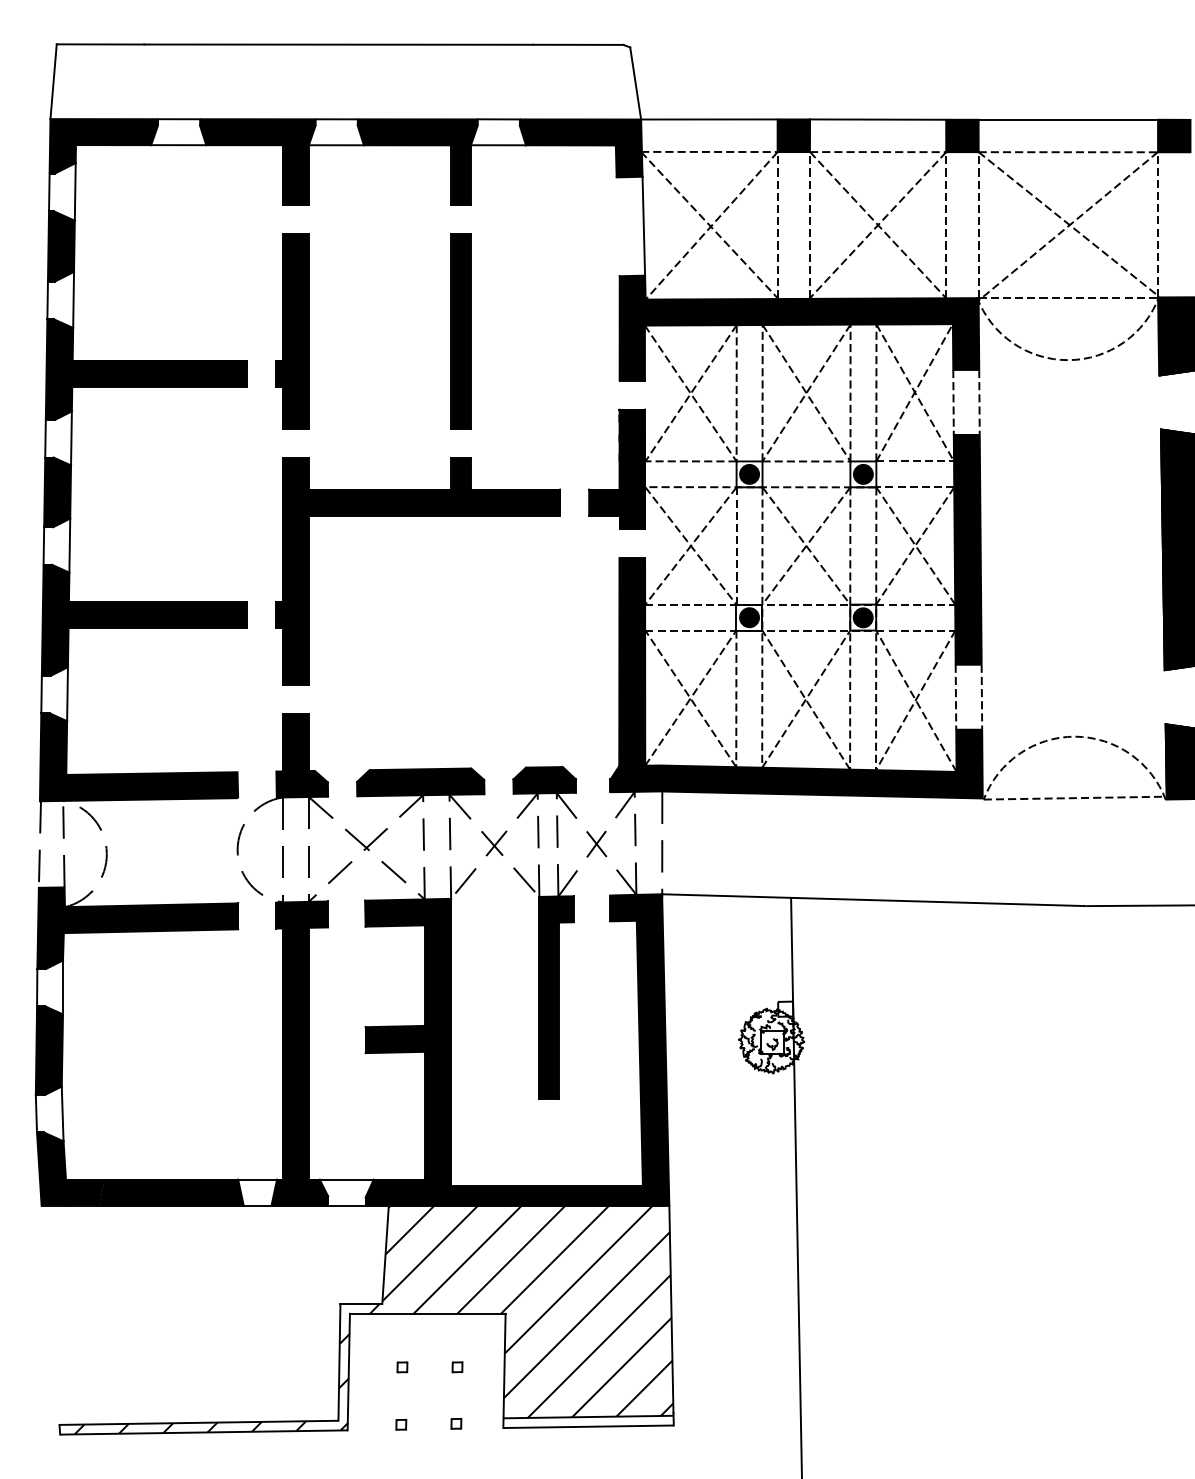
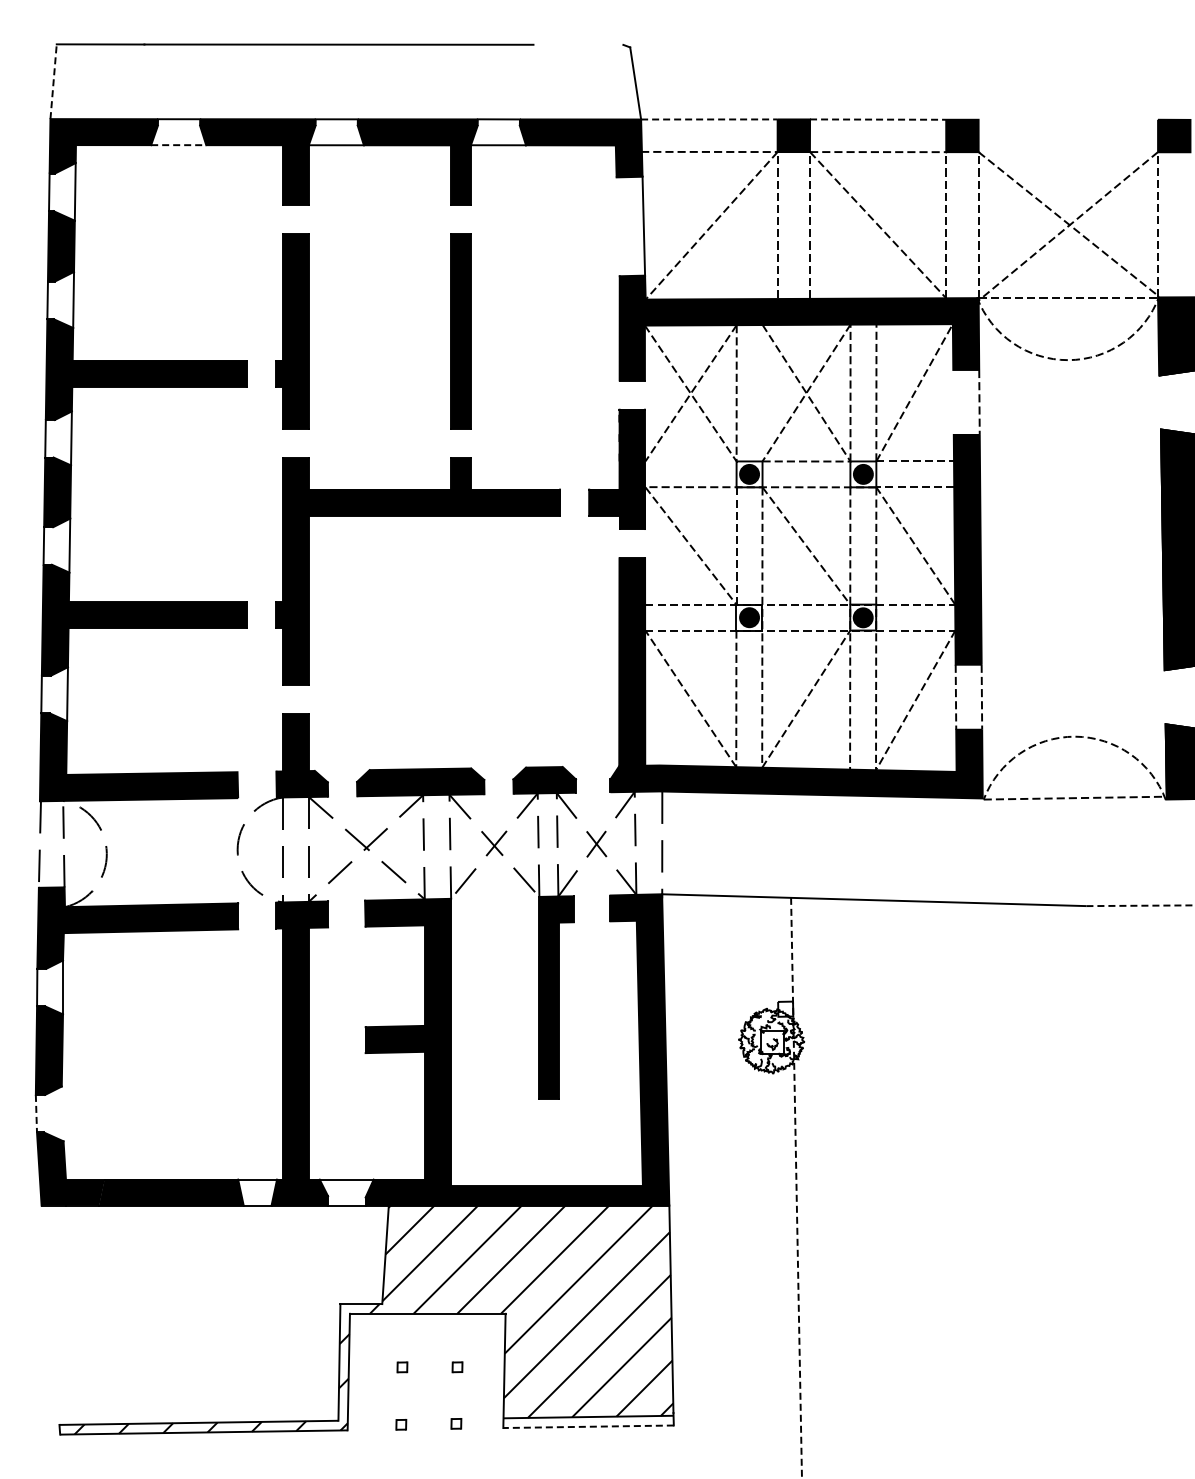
line at (578, 44): present -> none
line at (53, 81): solid -> dashed
line at (709, 119): solid -> dashed
line at (878, 119): solid -> dashed
line at (1068, 119): present -> none
line at (178, 145): solid -> dashed
line at (1068, 152): present -> none
line at (709, 224): present -> none
line at (878, 225): present -> none
line at (915, 392): present -> none
line at (762, 393): present -> none
line at (953, 401): present -> none
line at (690, 461): present -> none
line at (690, 545): present -> none
line at (806, 545): present -> none
line at (915, 545): present -> none
line at (690, 697): present -> none
line at (806, 699): present -> none
line at (916, 700): present -> none
line at (1140, 905): solid -> dashed
line at (36, 1113): solid -> dashed
line at (62, 1113): present -> none
line at (796, 1188): solid -> dashed
line at (588, 1426): solid -> dashed
